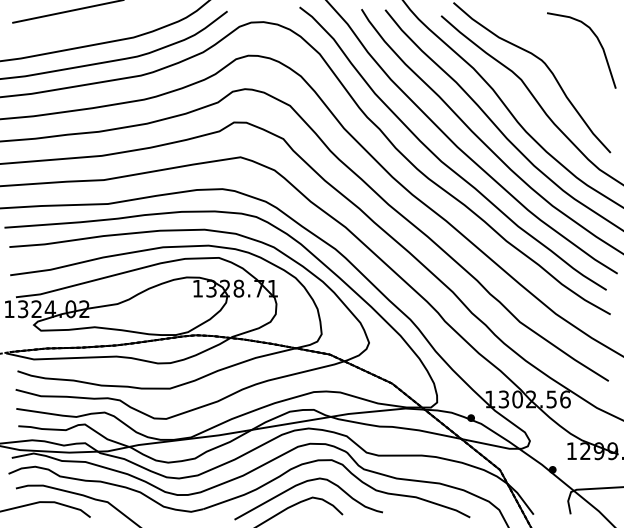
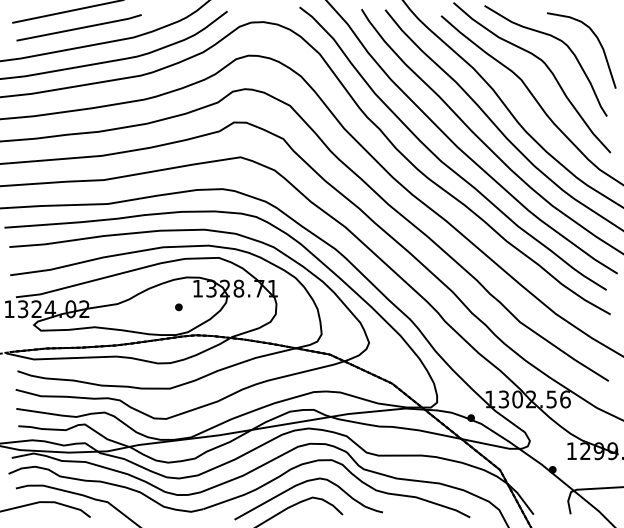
line at (78, 27): none -> present
curve at (556, 39): none -> present
part at (178, 307): none -> present
